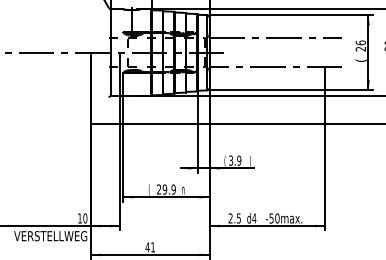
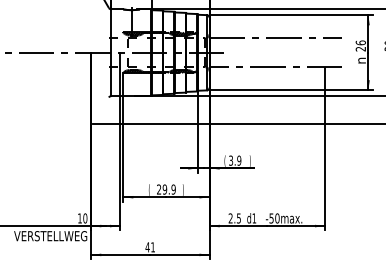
text at (360, 60): ( -> n
text at (183, 189): n -> )
text at (254, 218): d4 -> d1
